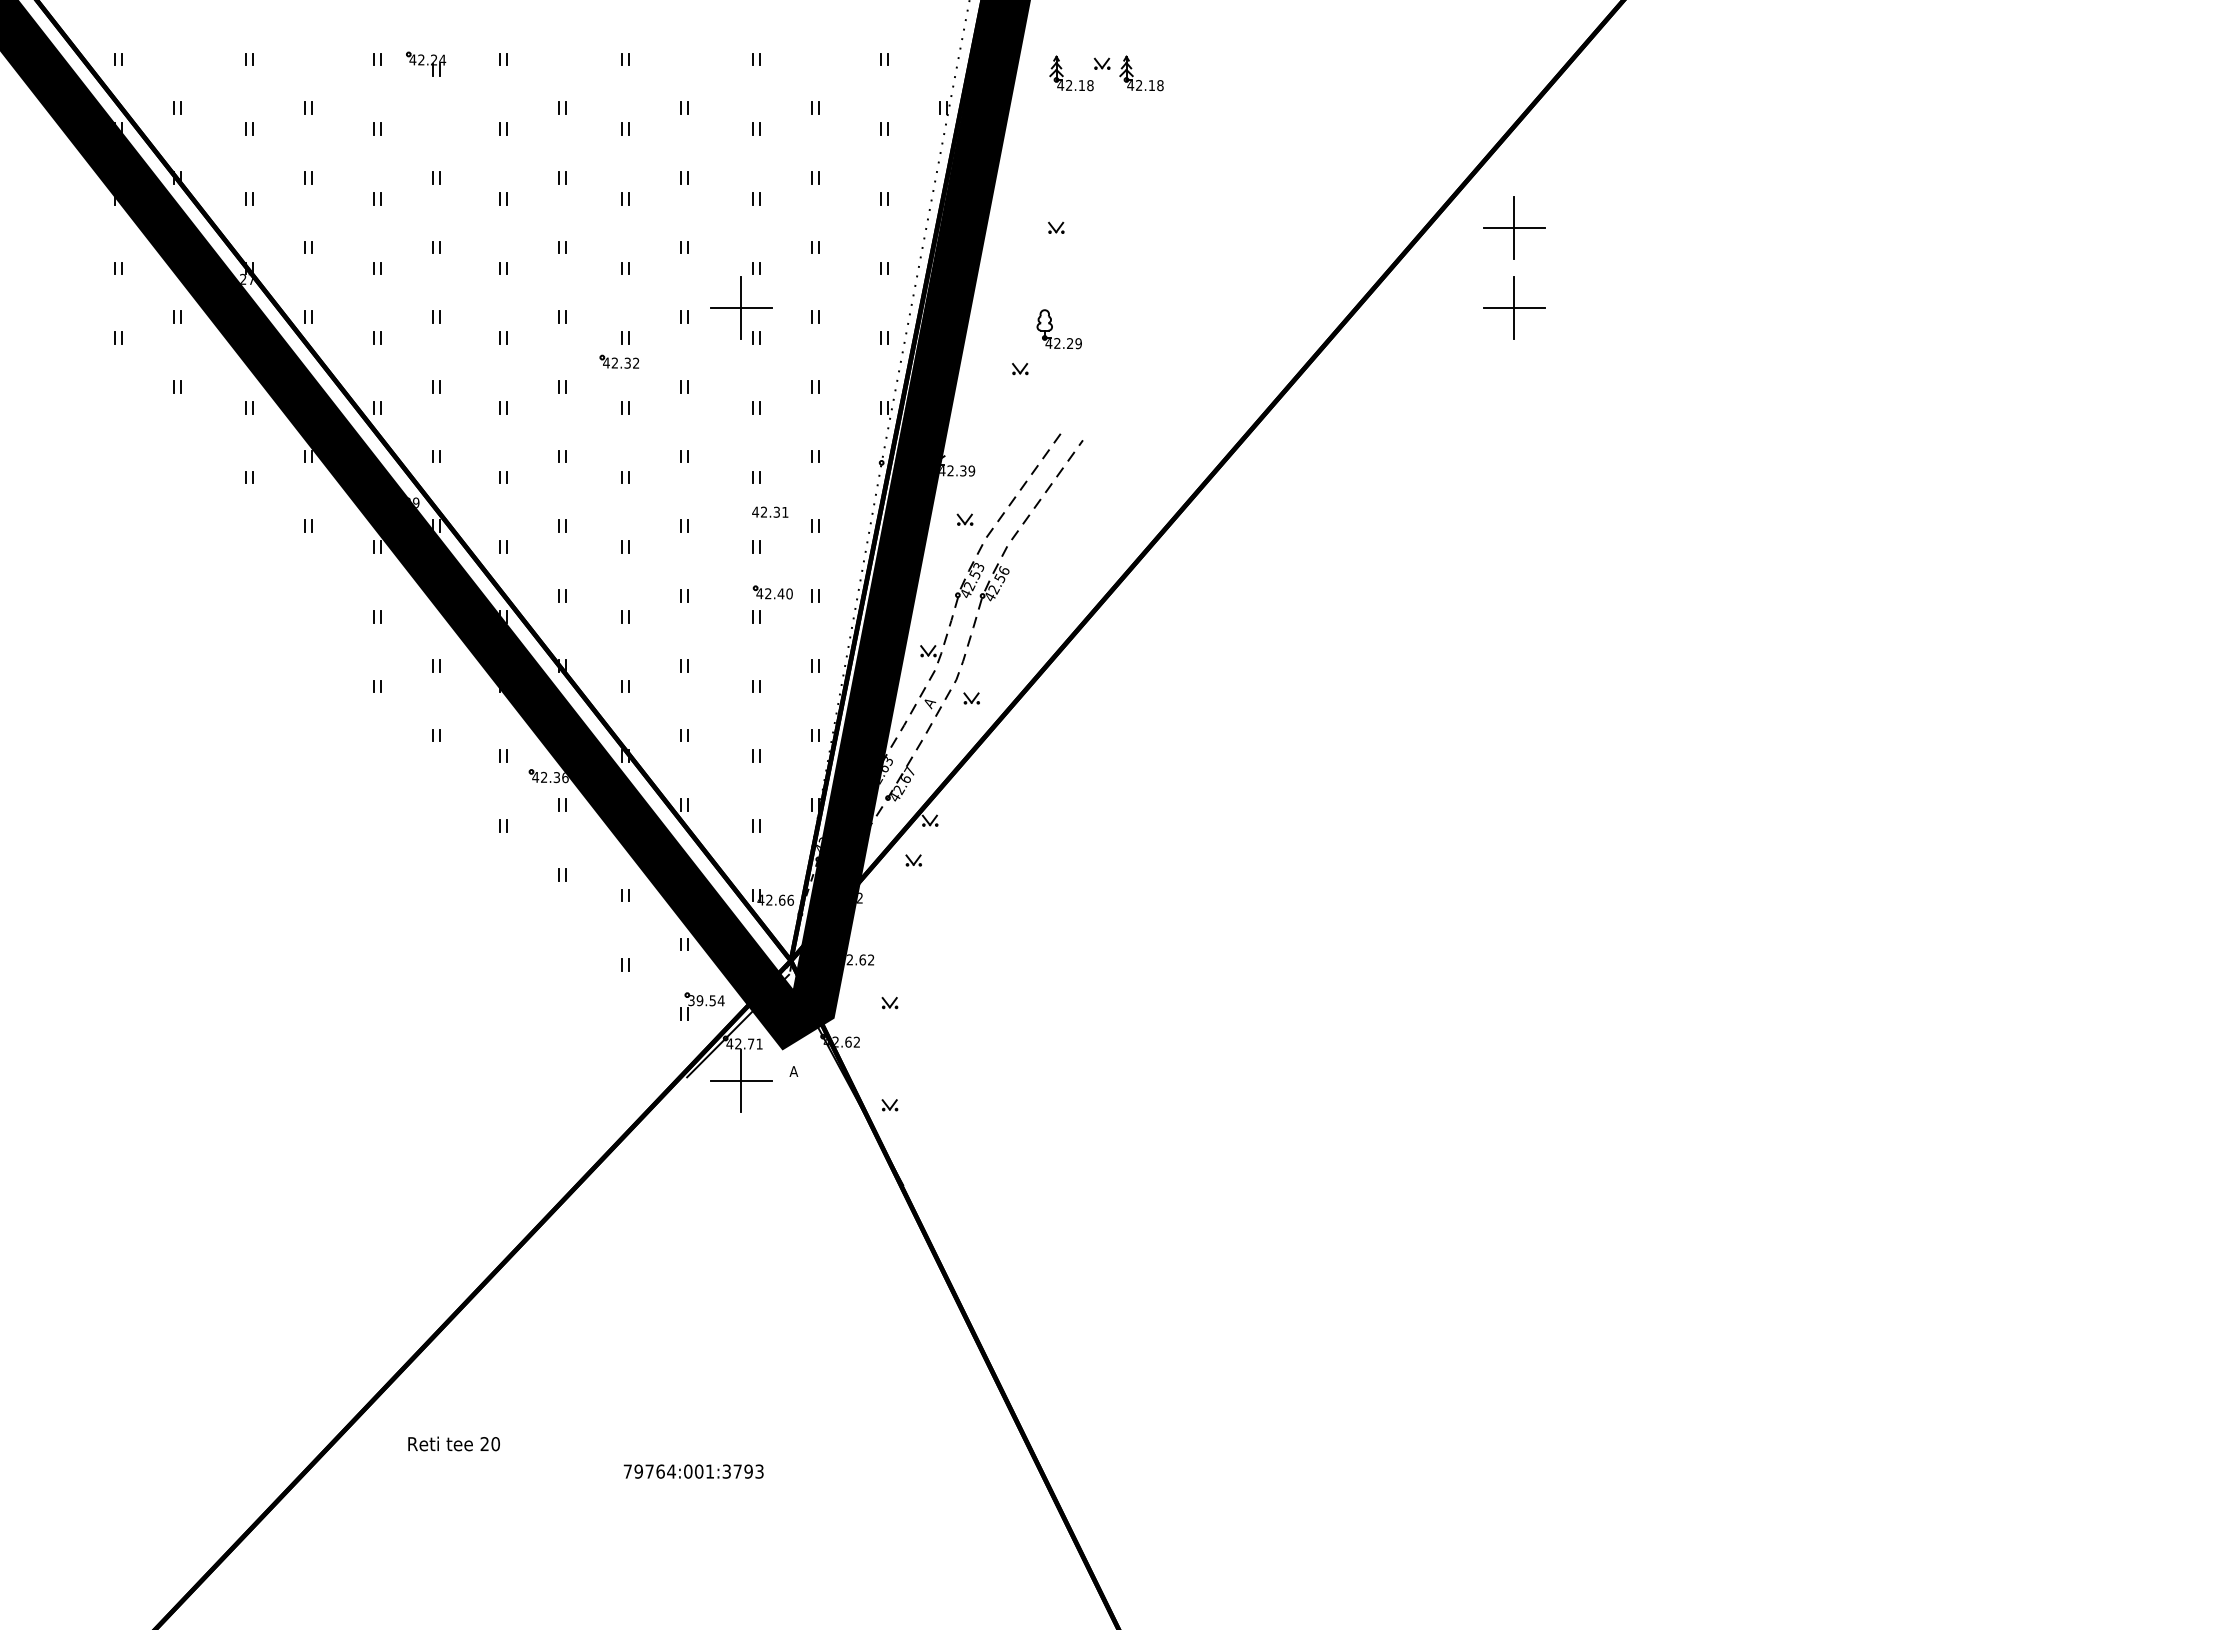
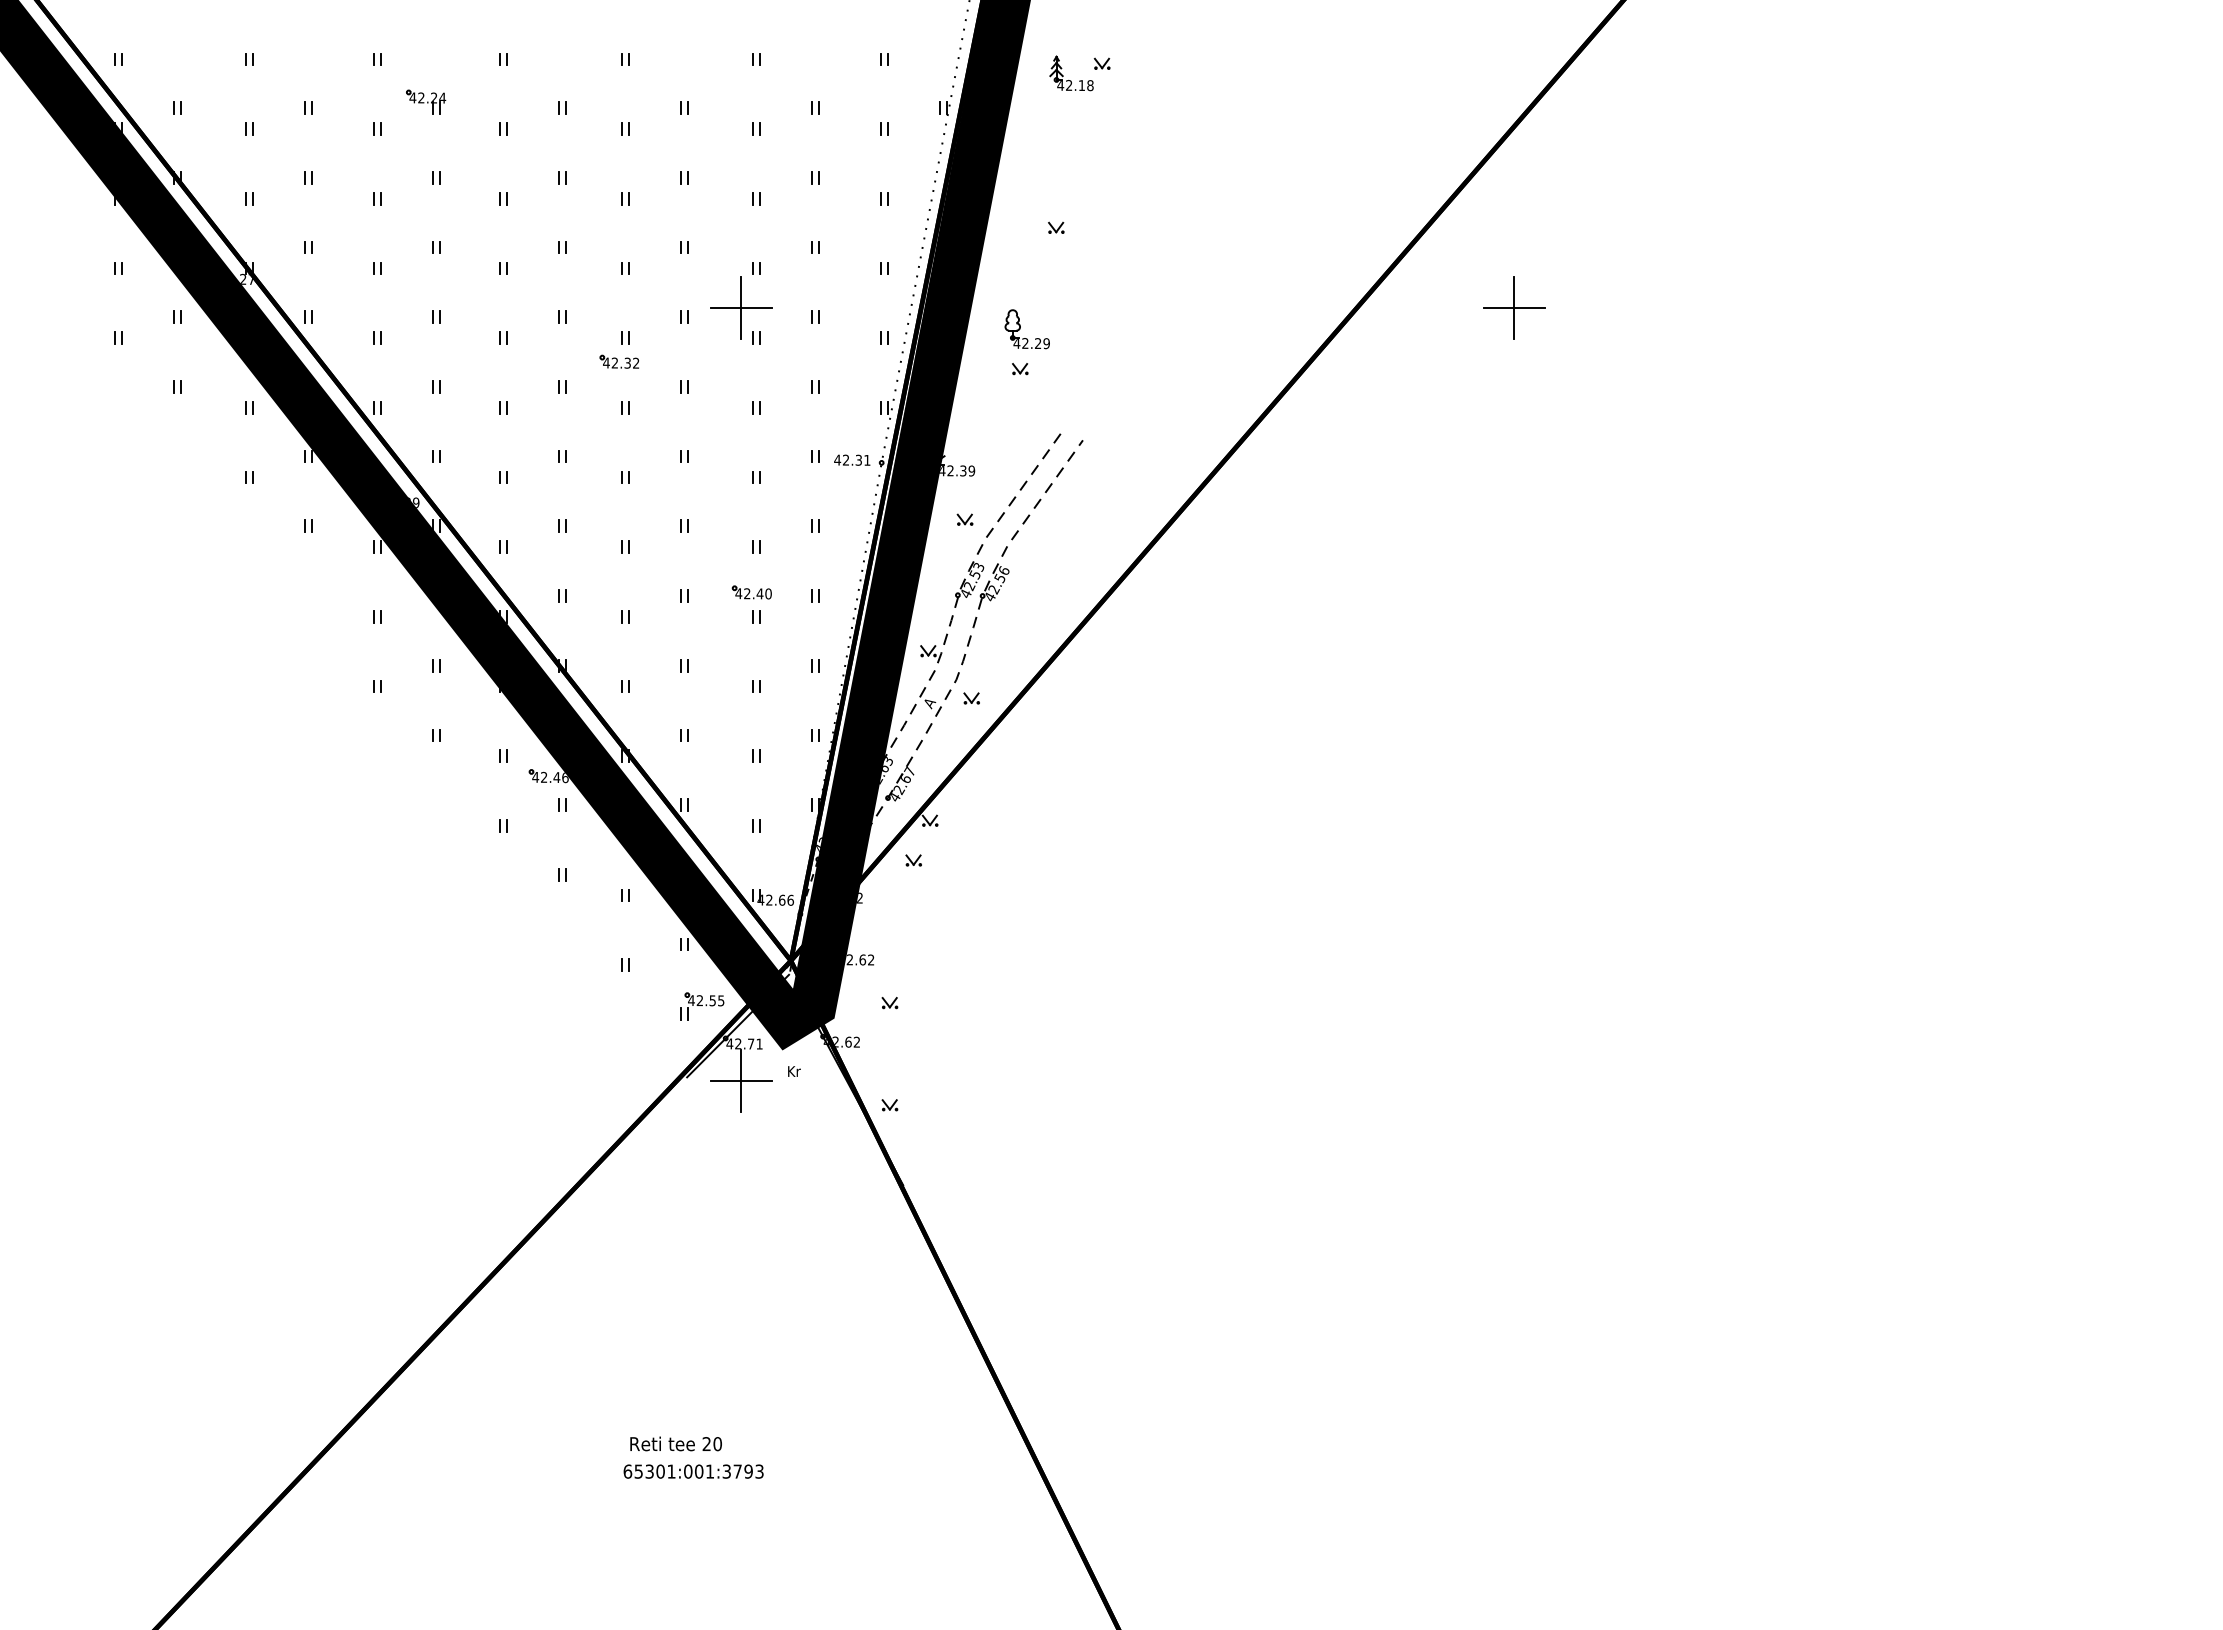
part at (426, 63) position: (426, 63) -> (426, 101)
part at (1141, 80): present -> none
part at (1514, 227): present -> none
part at (1058, 329) position: (1058, 329) -> (1026, 329)
text at (770, 511) position: (770, 511) -> (852, 459)
part at (772, 592) position: (772, 592) -> (751, 592)
text at (556, 777): 42.36 -> 42.46
text at (706, 1000): 39.54 -> 42.55
text at (794, 1071): A -> Kr
text at (453, 1443) position: (453, 1443) -> (675, 1443)
text at (649, 1471): 79764:001:3793 -> 65301:001:3793
